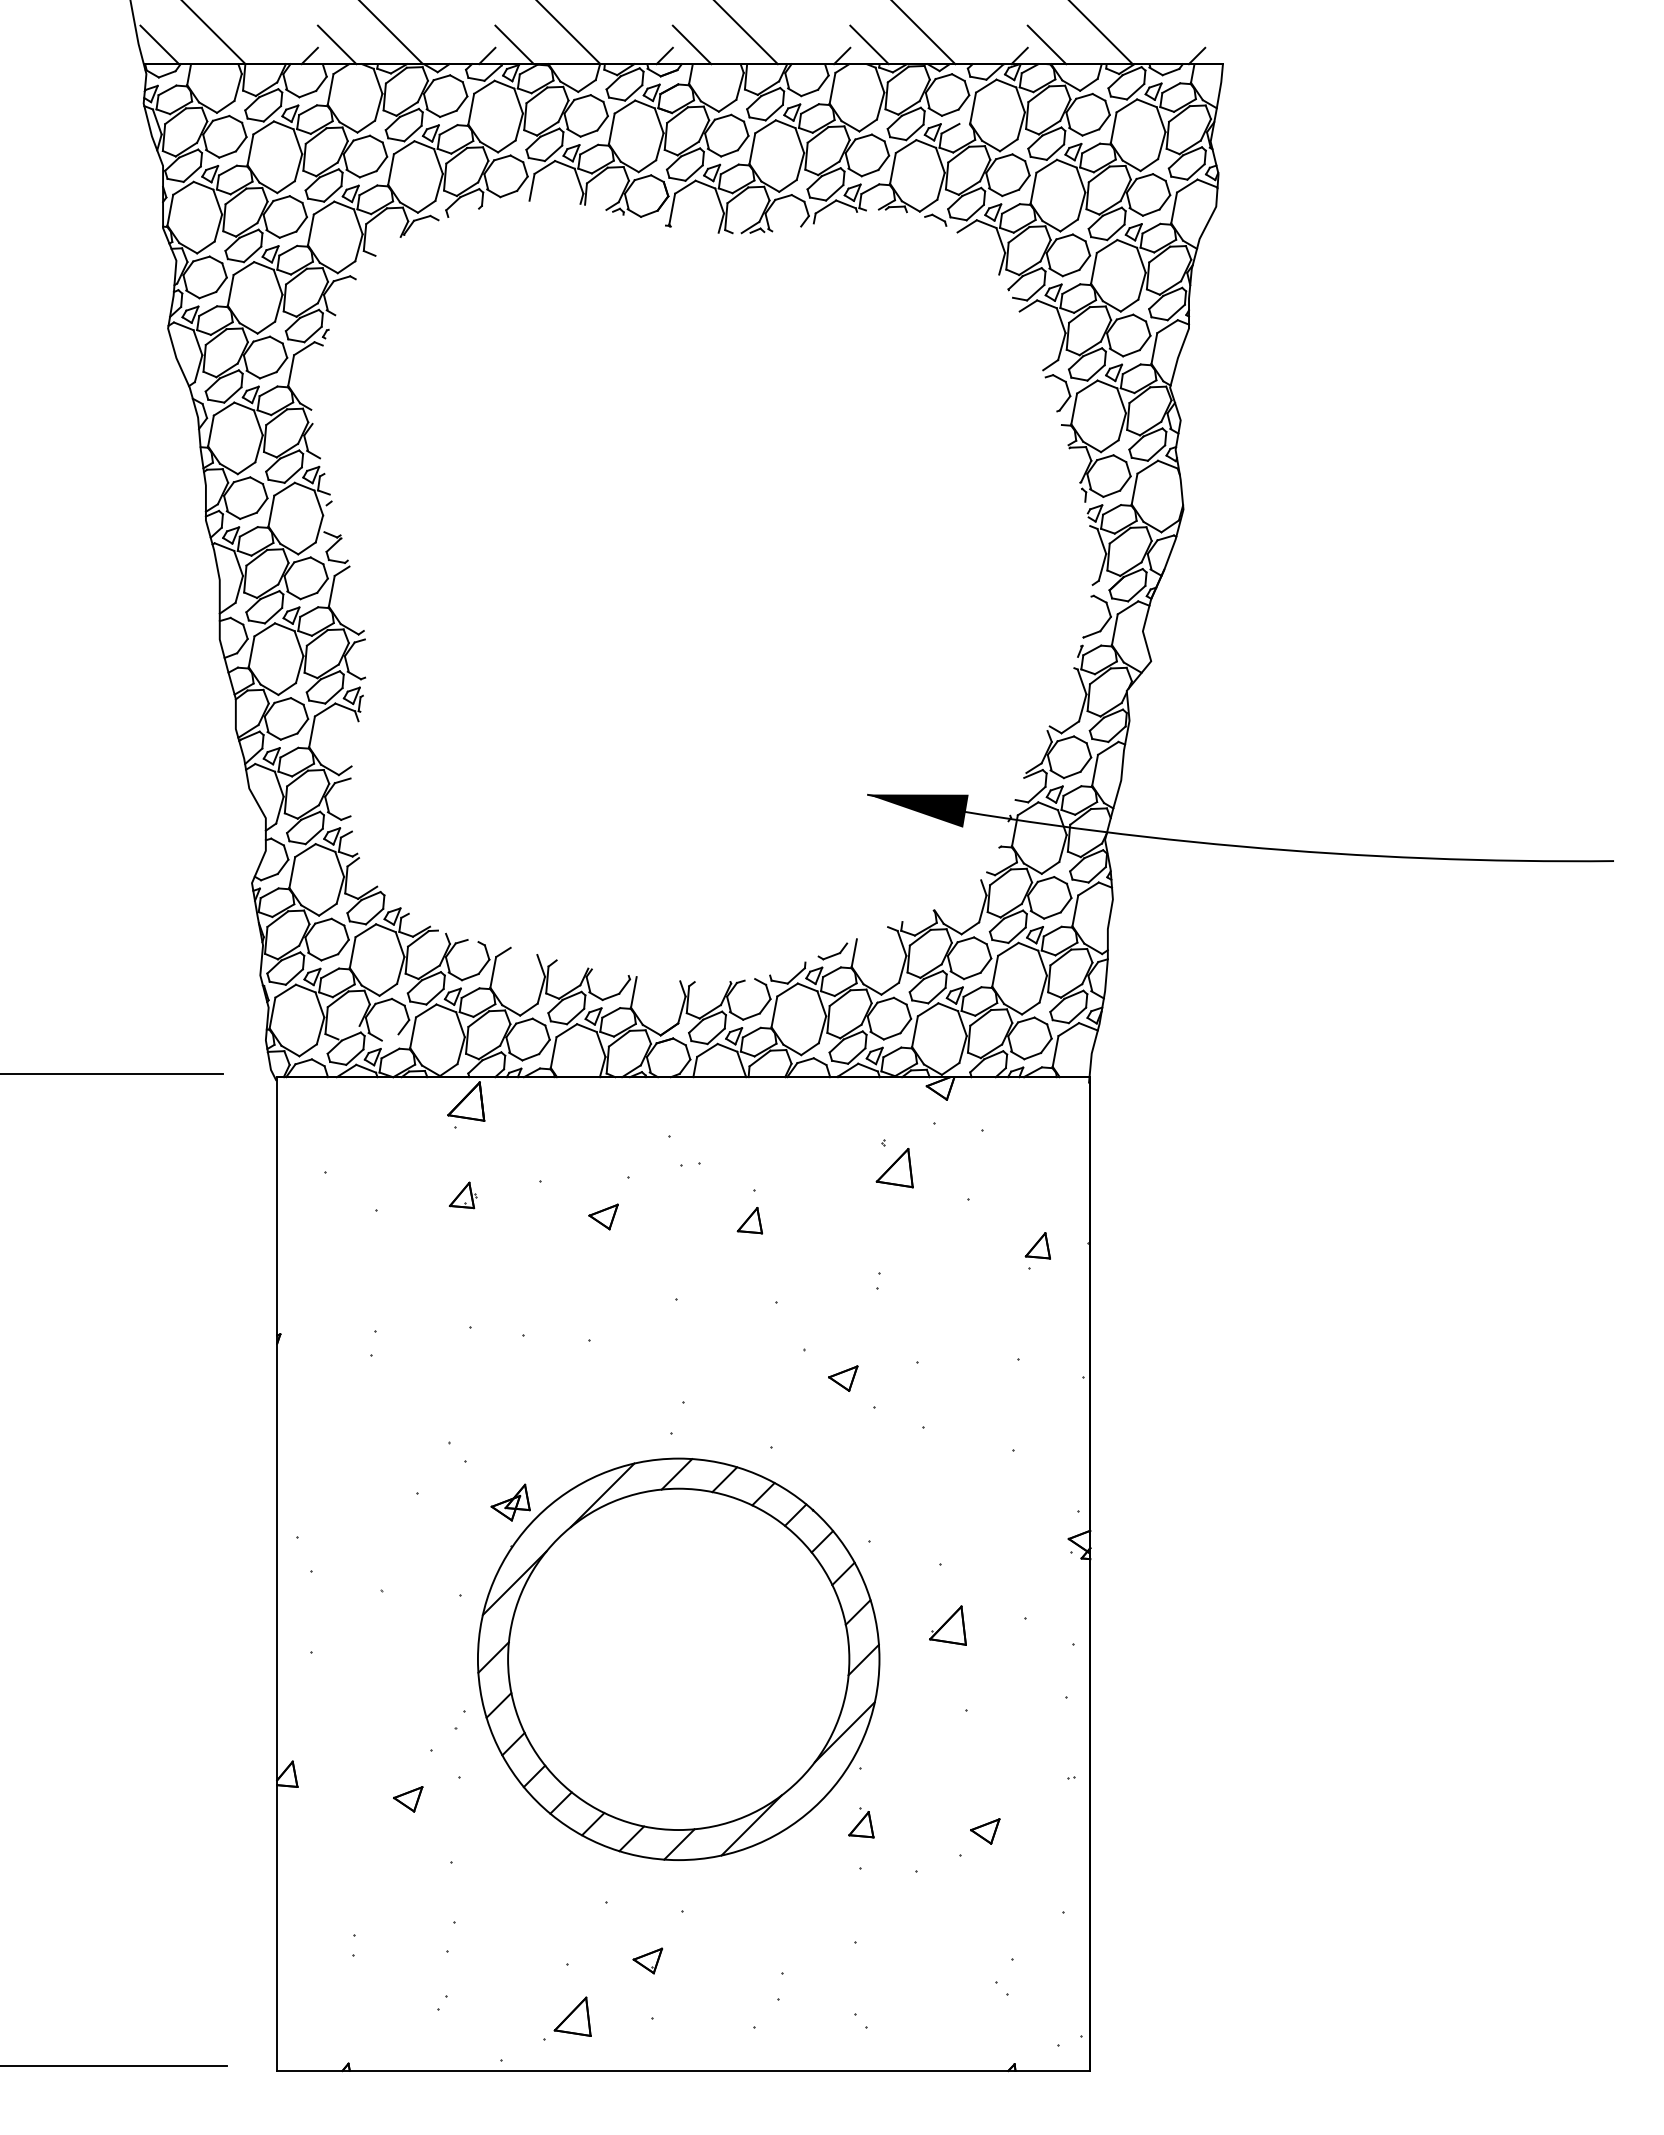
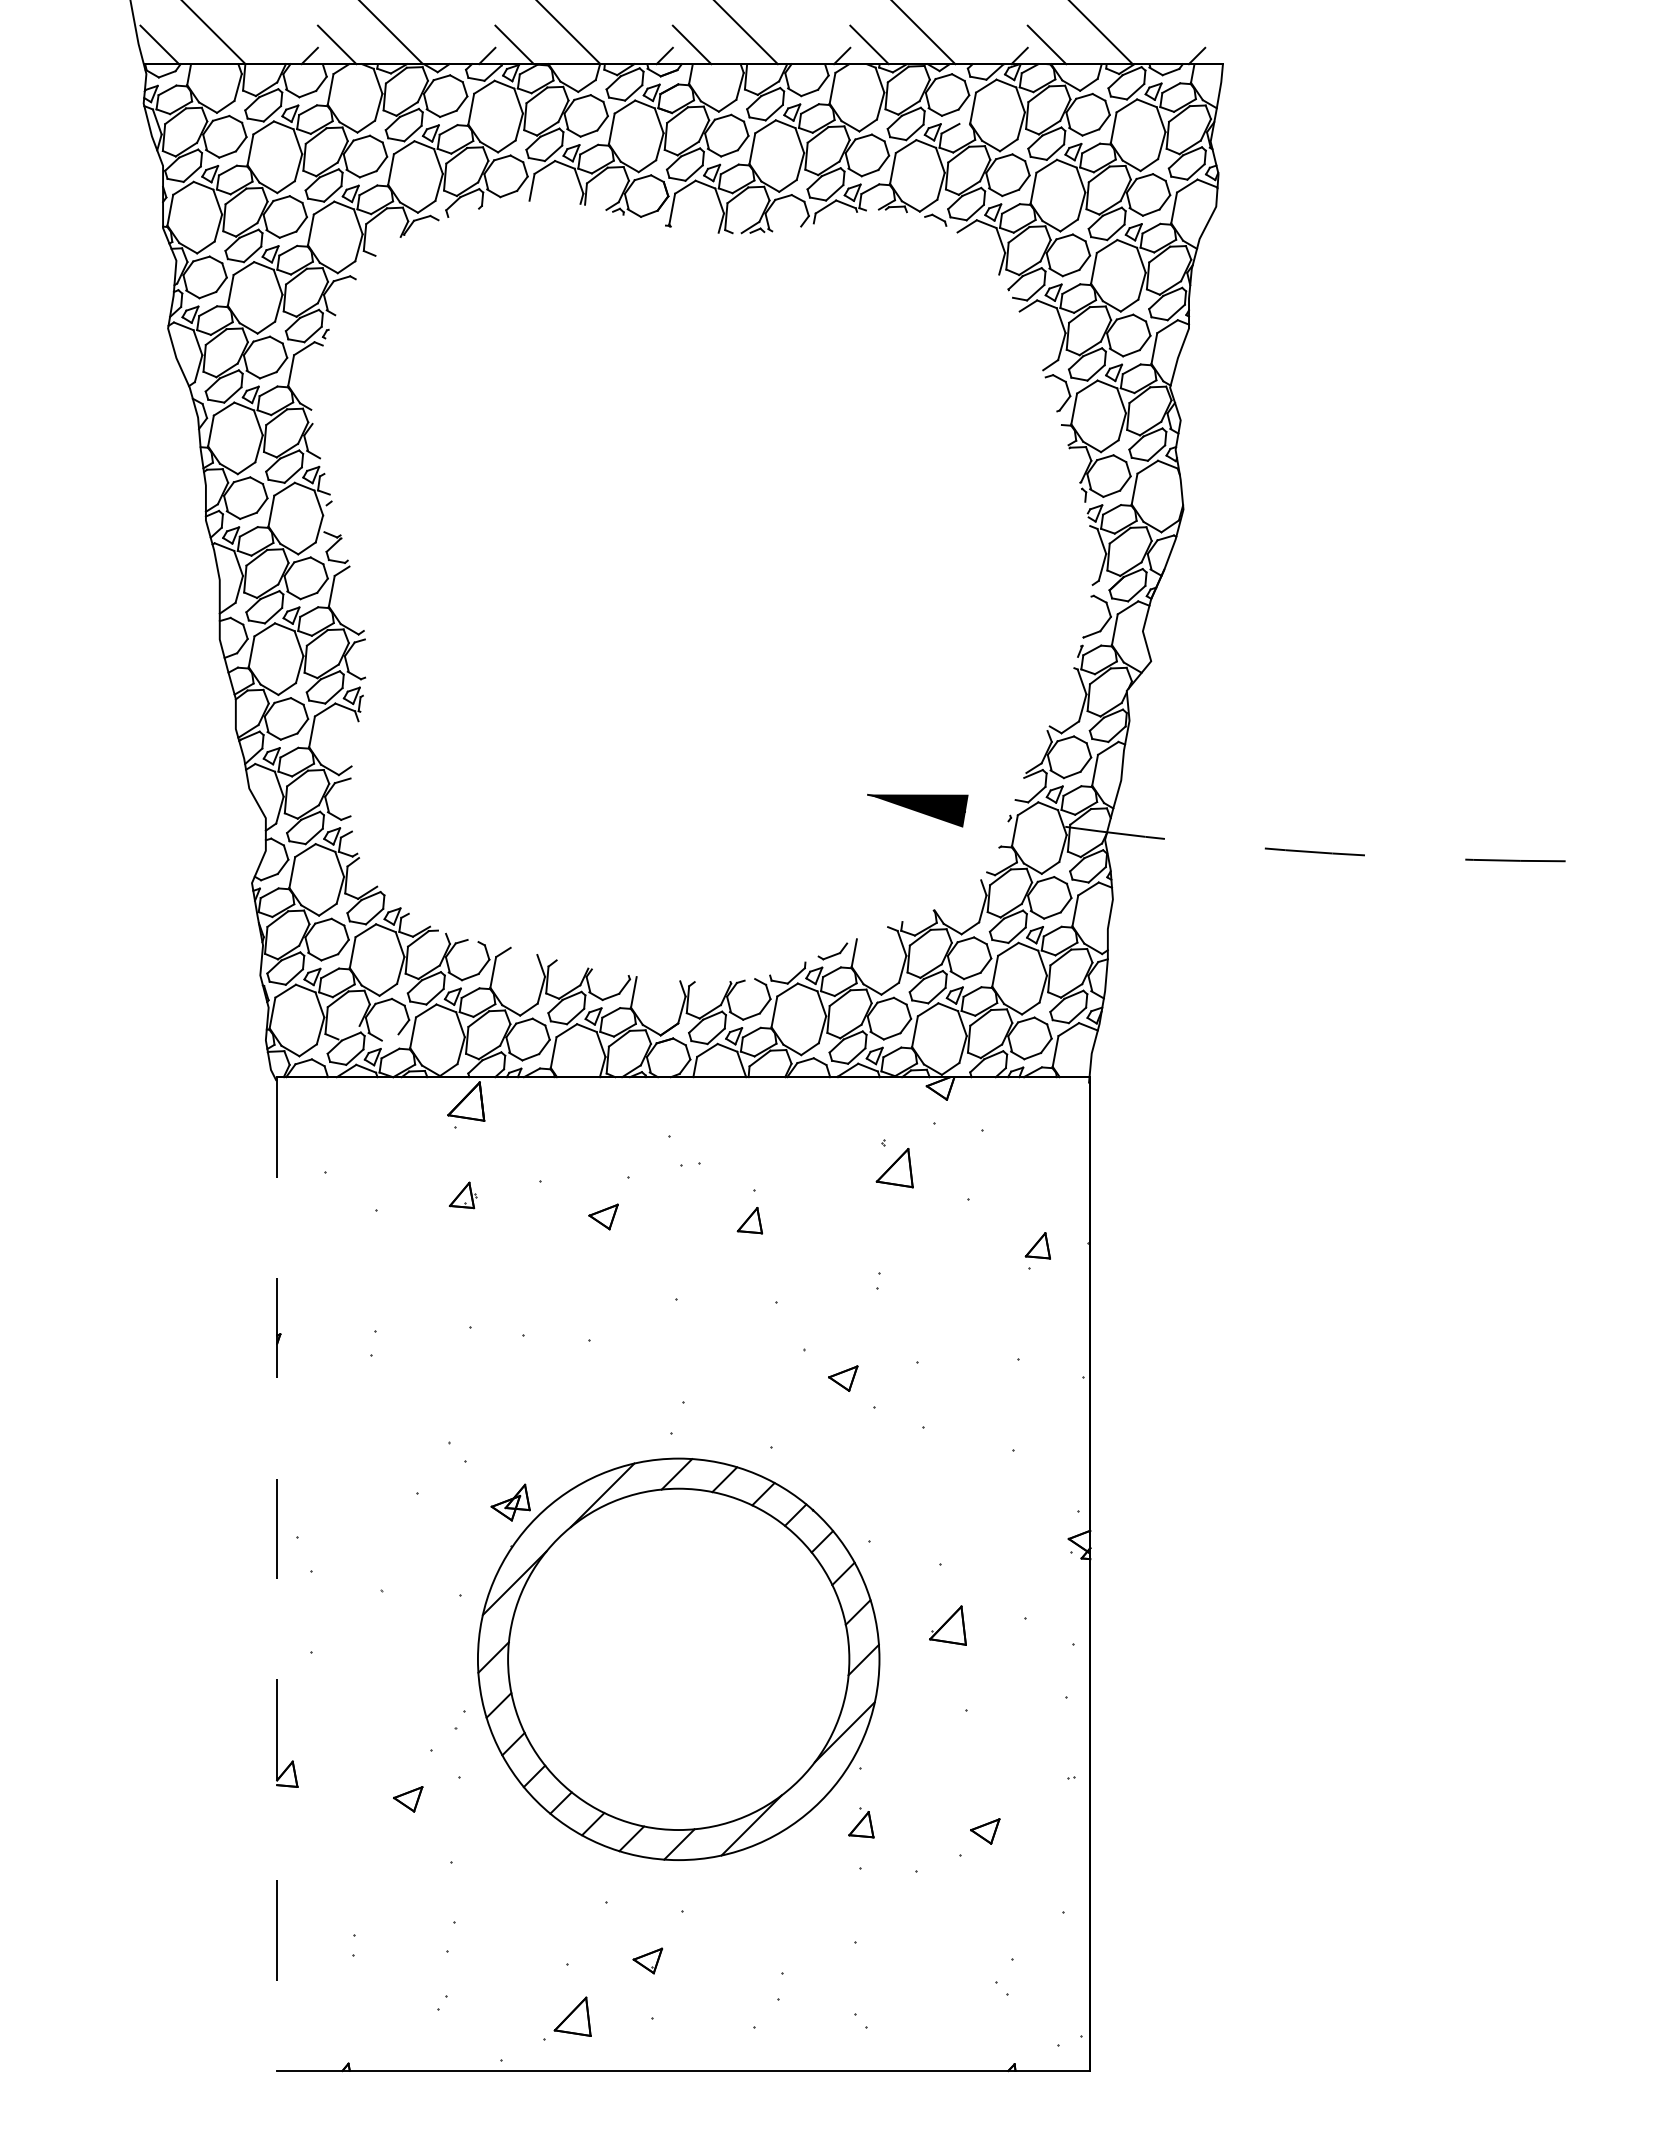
arc at (1238, 846): solid -> dashed
line at (112, 1074): present -> none
line at (277, 1574): solid -> dashed
line at (114, 2065): present -> none
